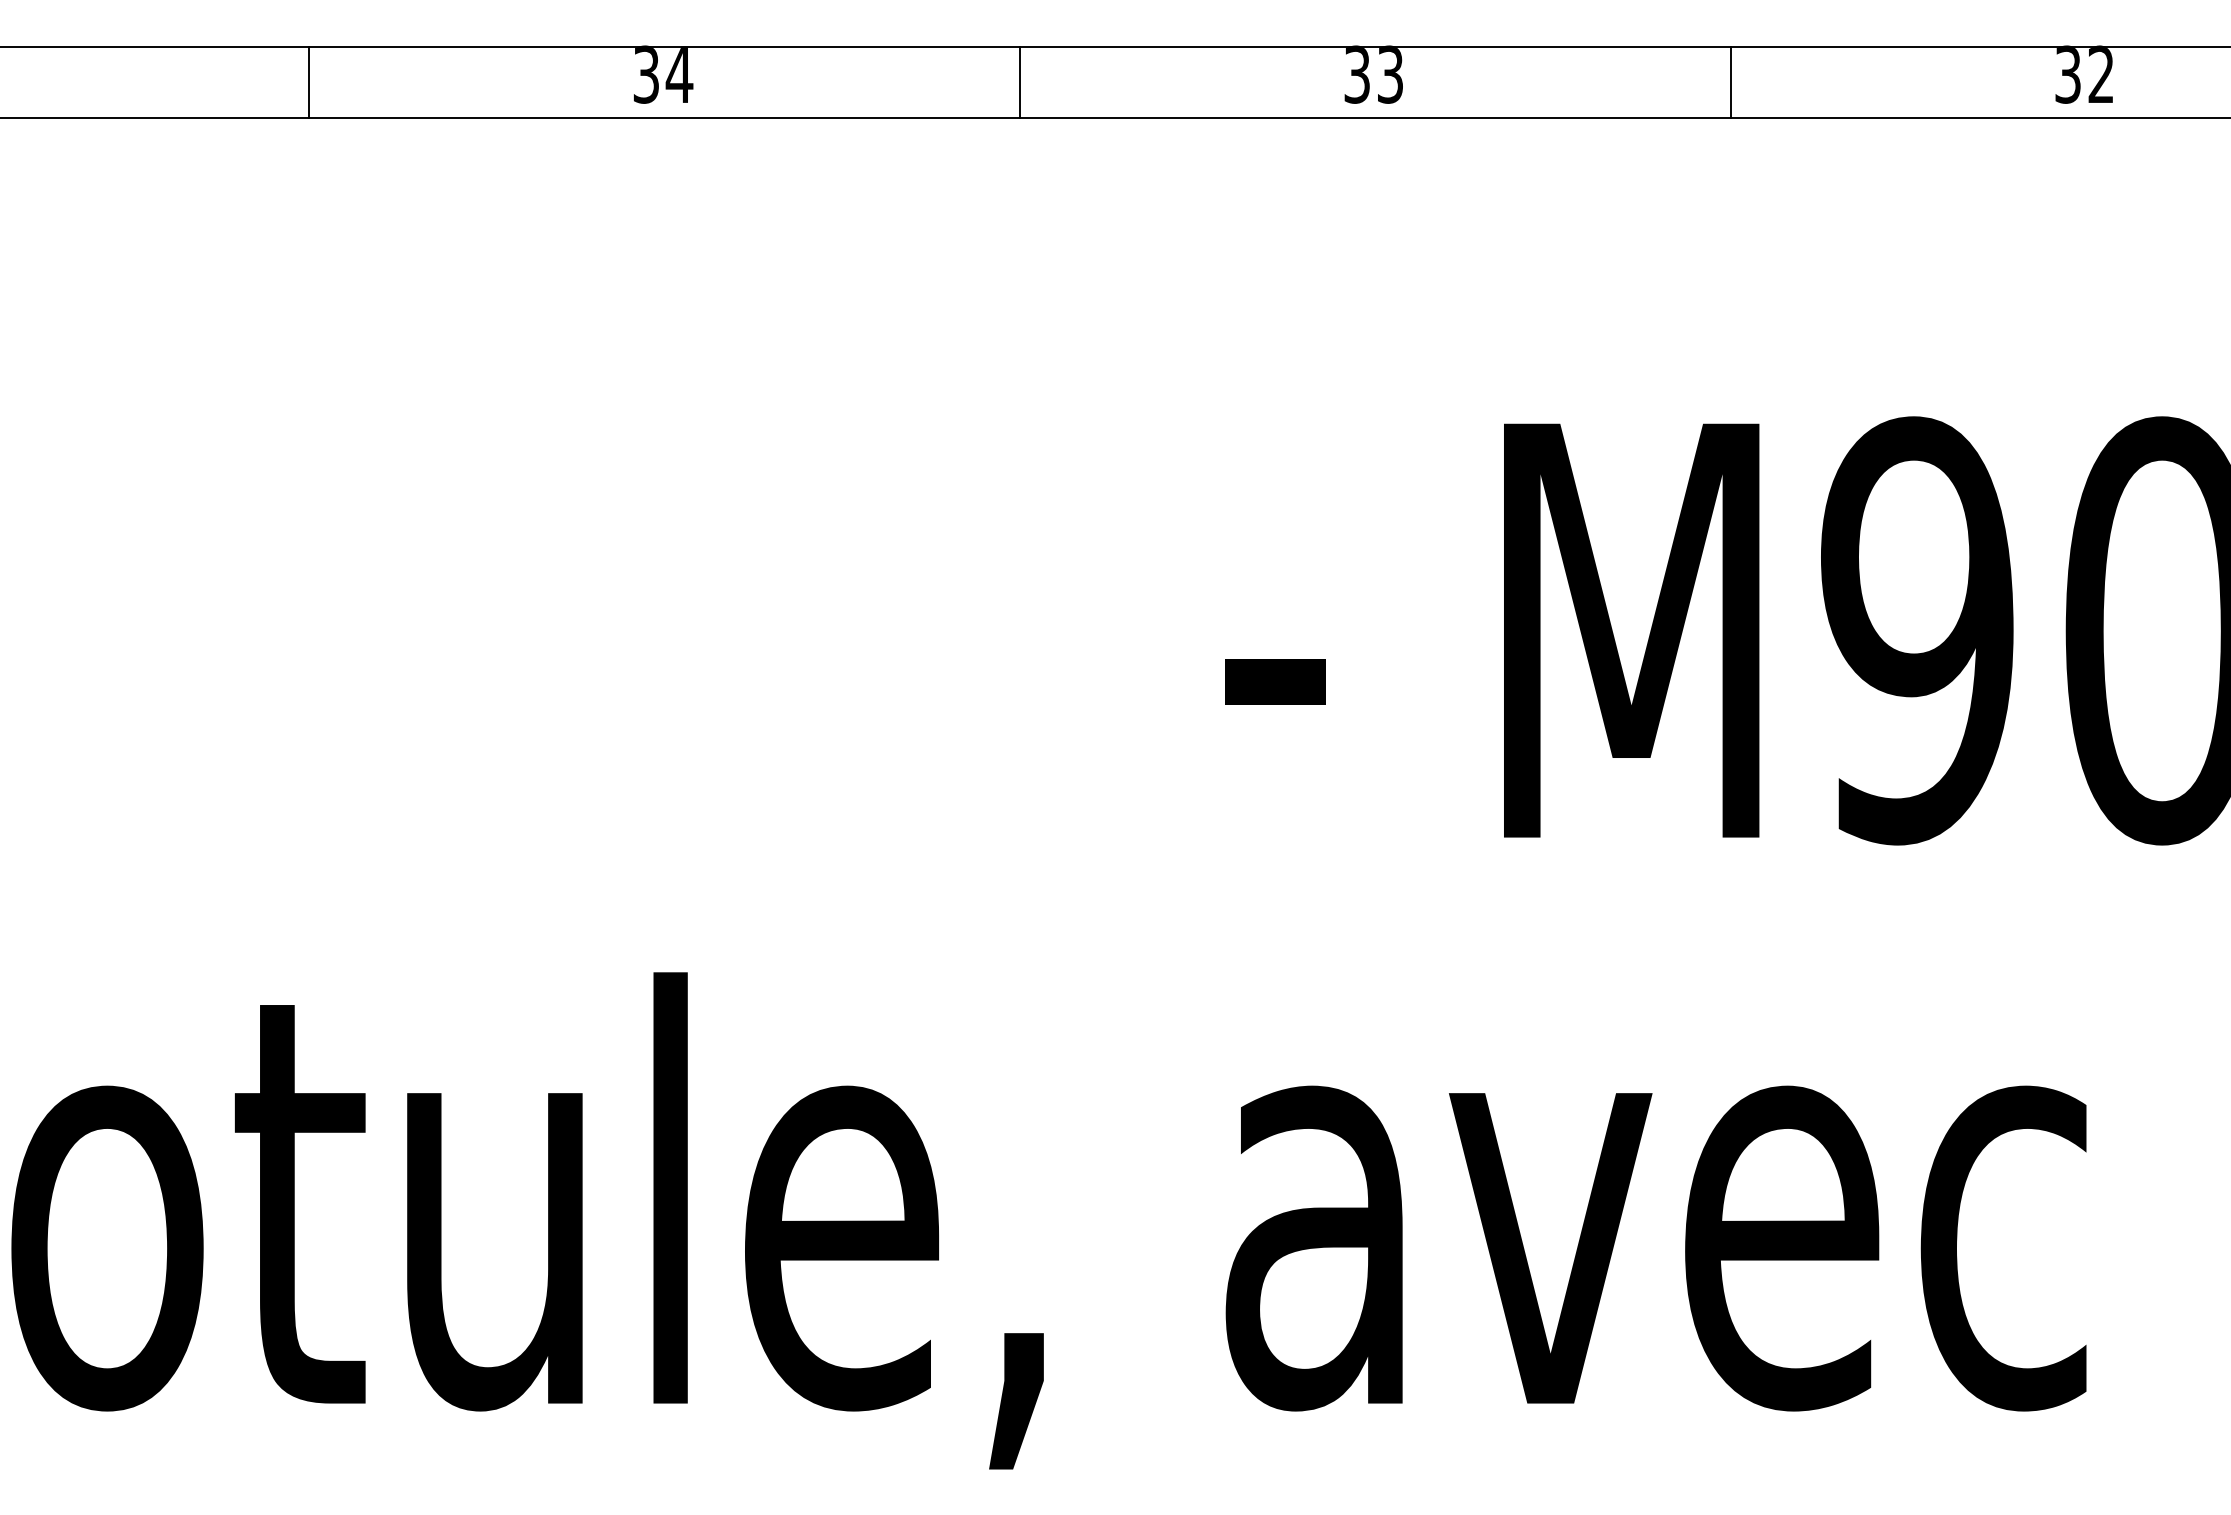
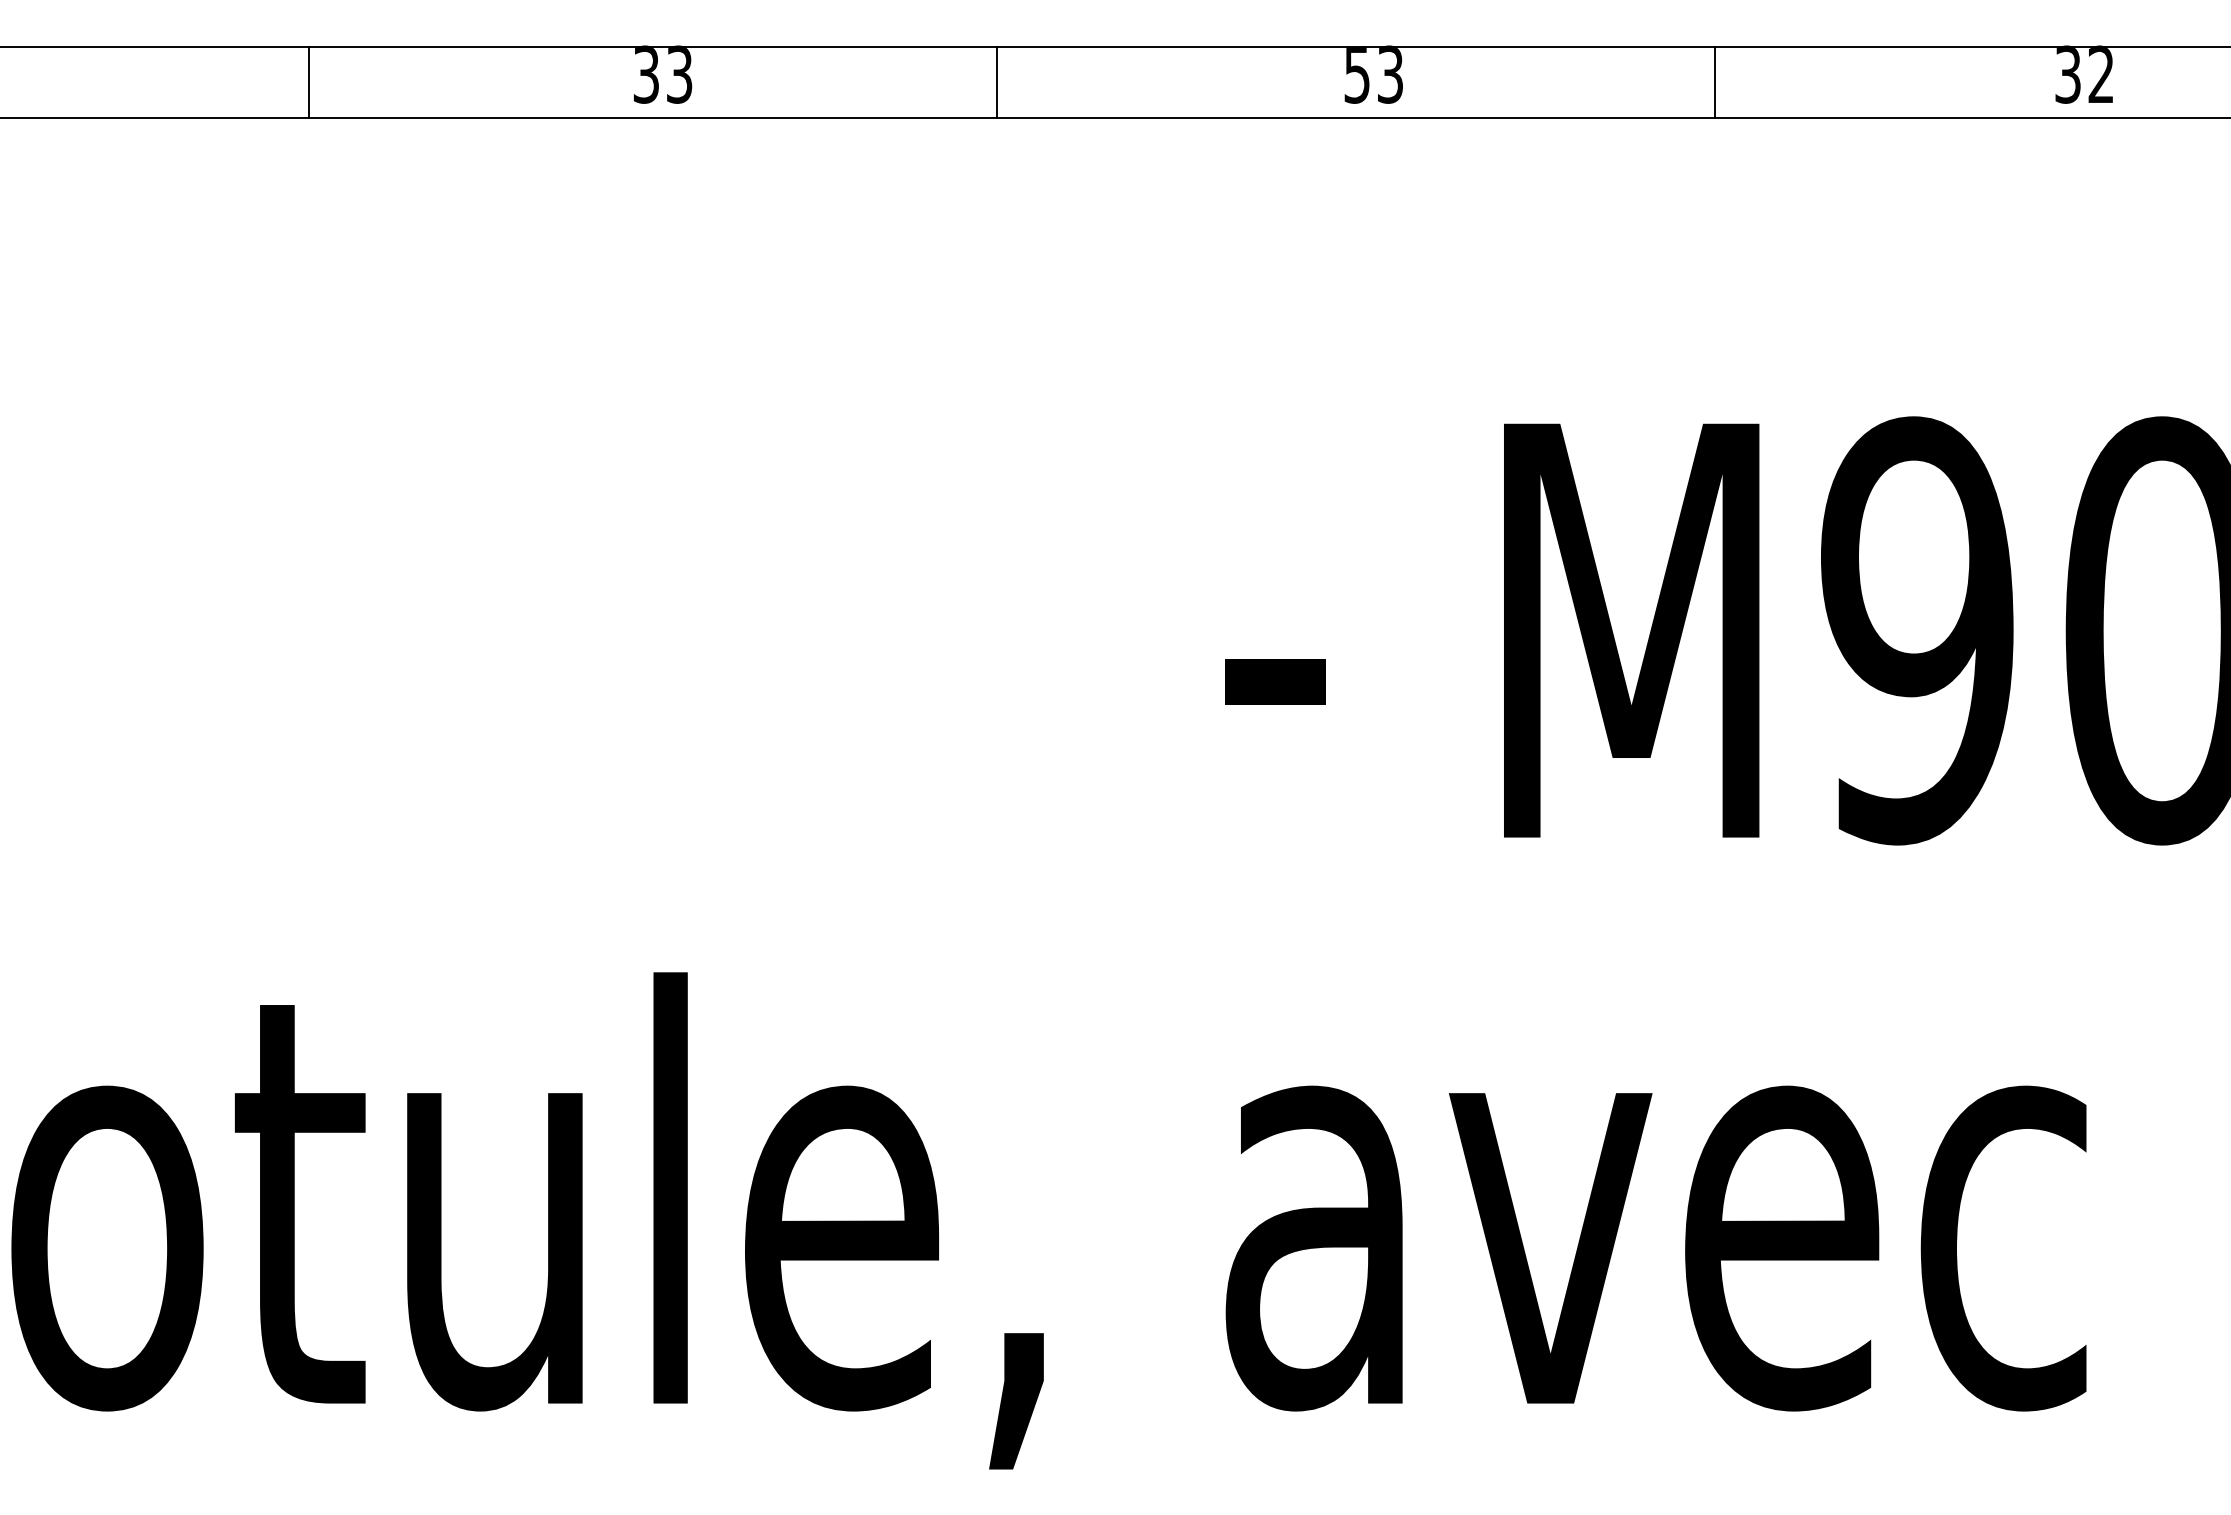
text at (679, 74): 34 -> 33
text at (1357, 74): 33 -> 53
line at (1019, 82) position: (1019, 82) -> (996, 82)
line at (1730, 82) position: (1730, 82) -> (1714, 82)
